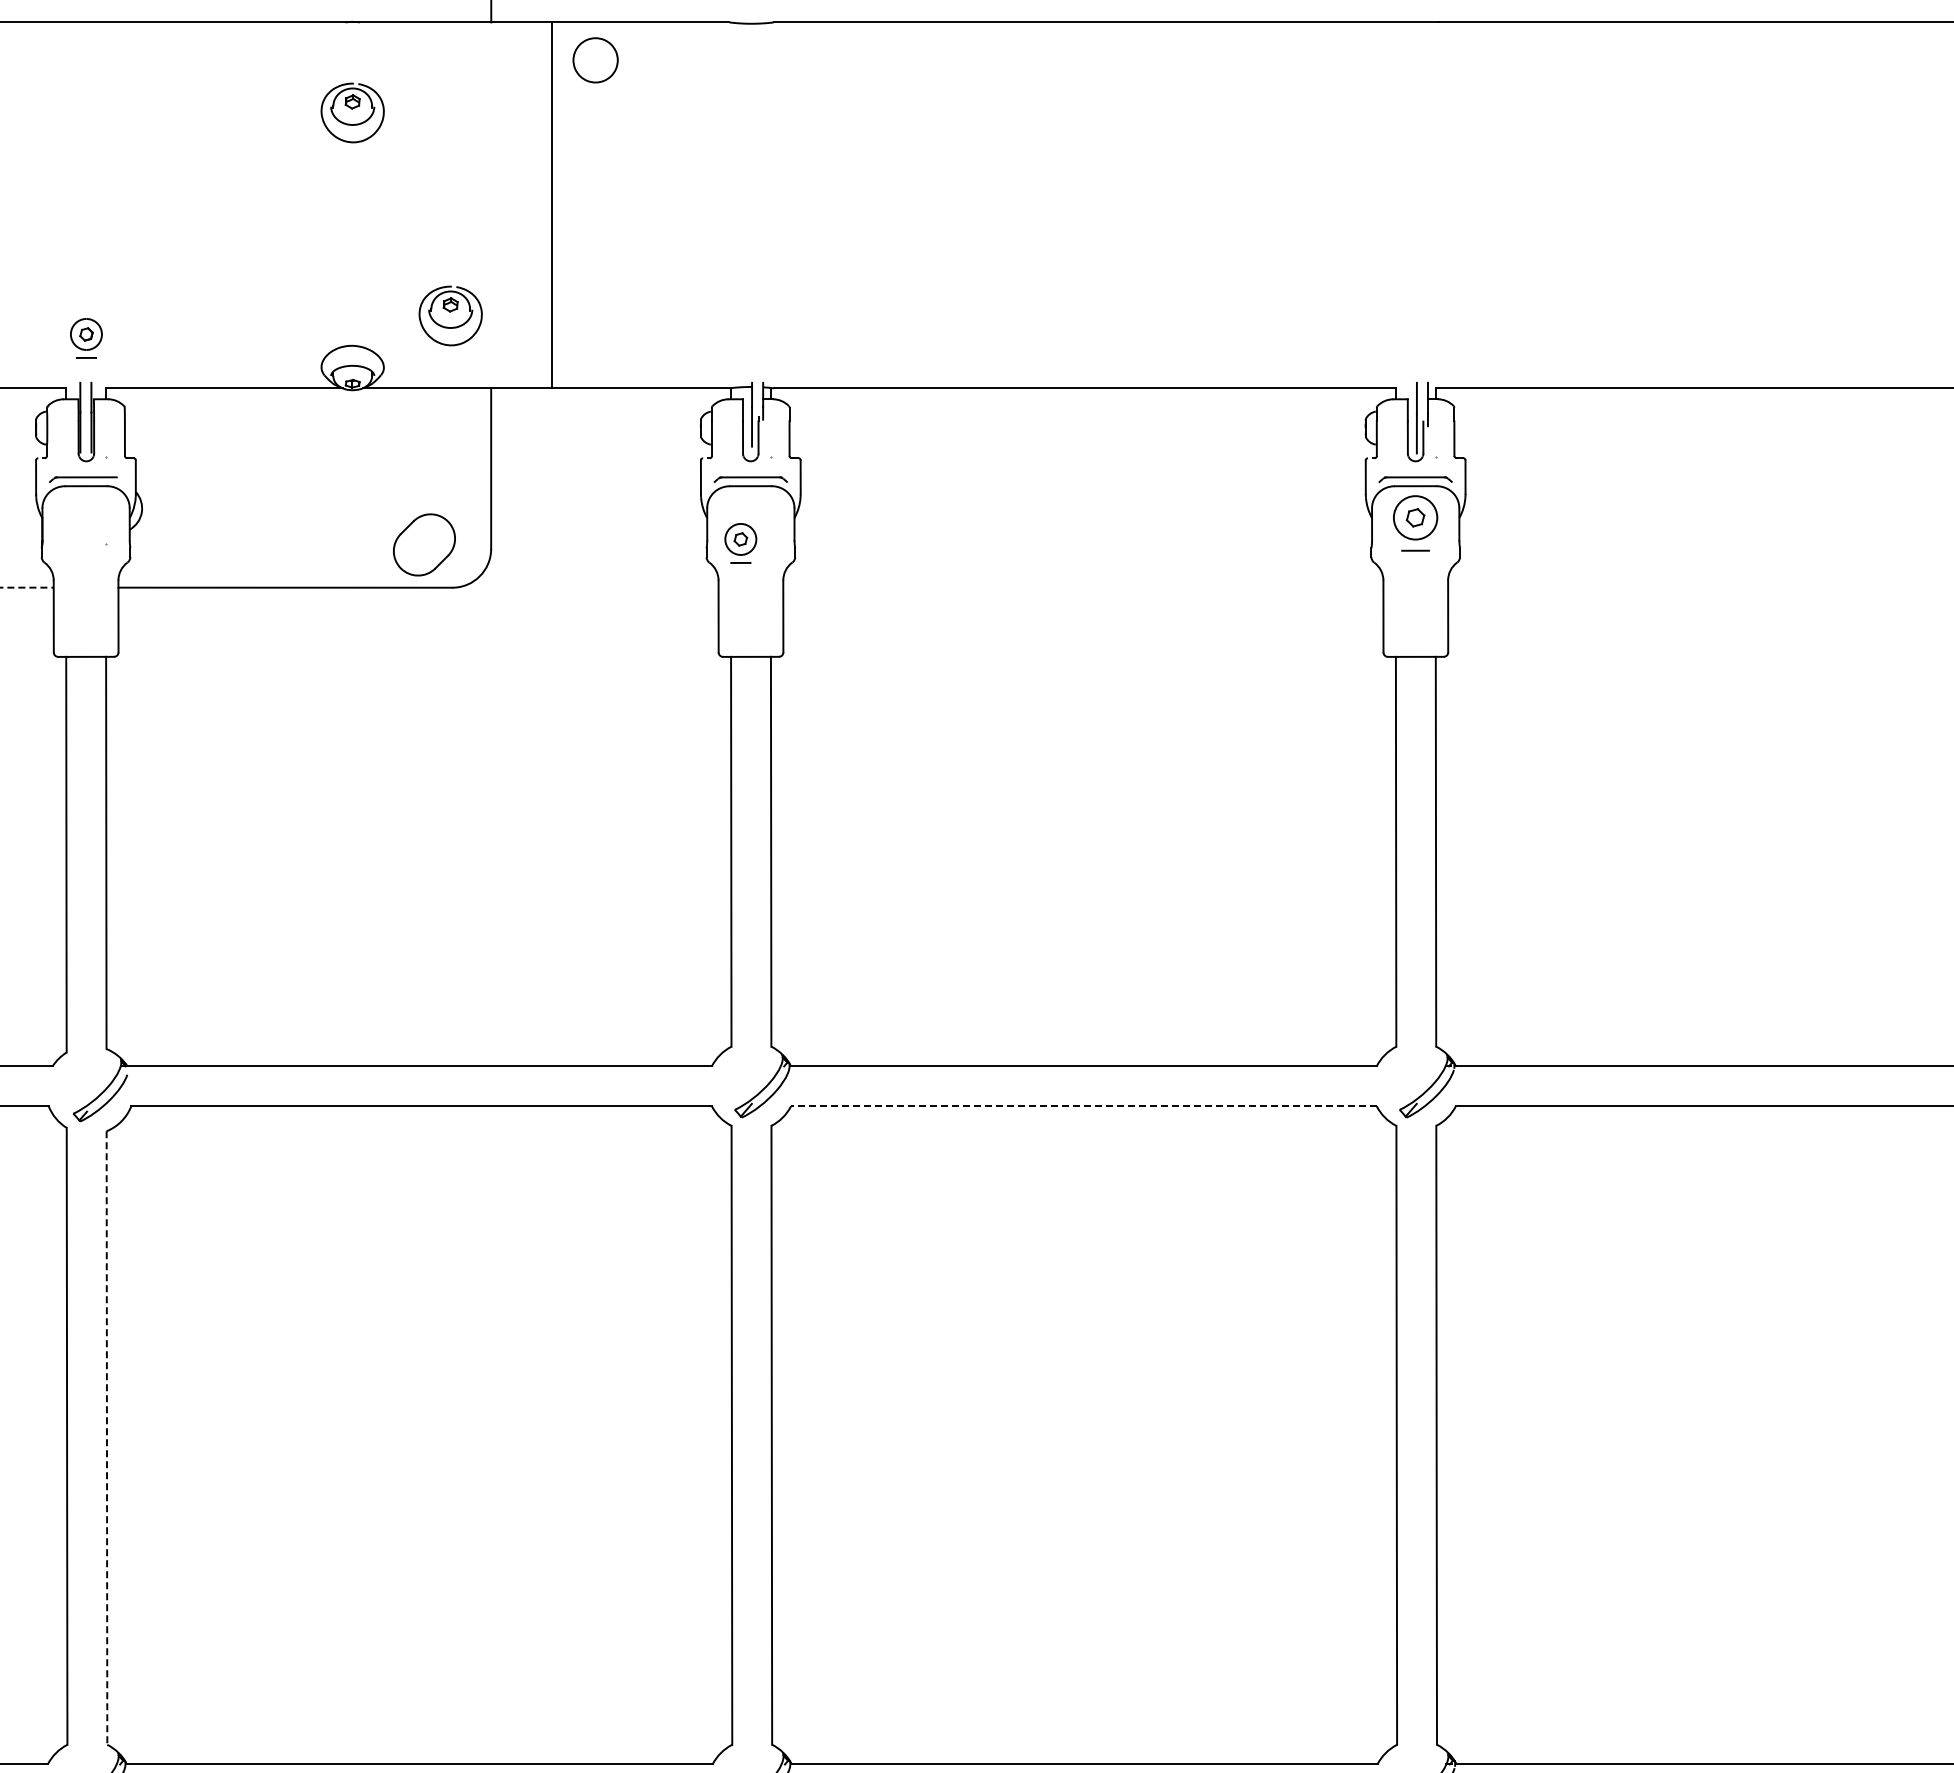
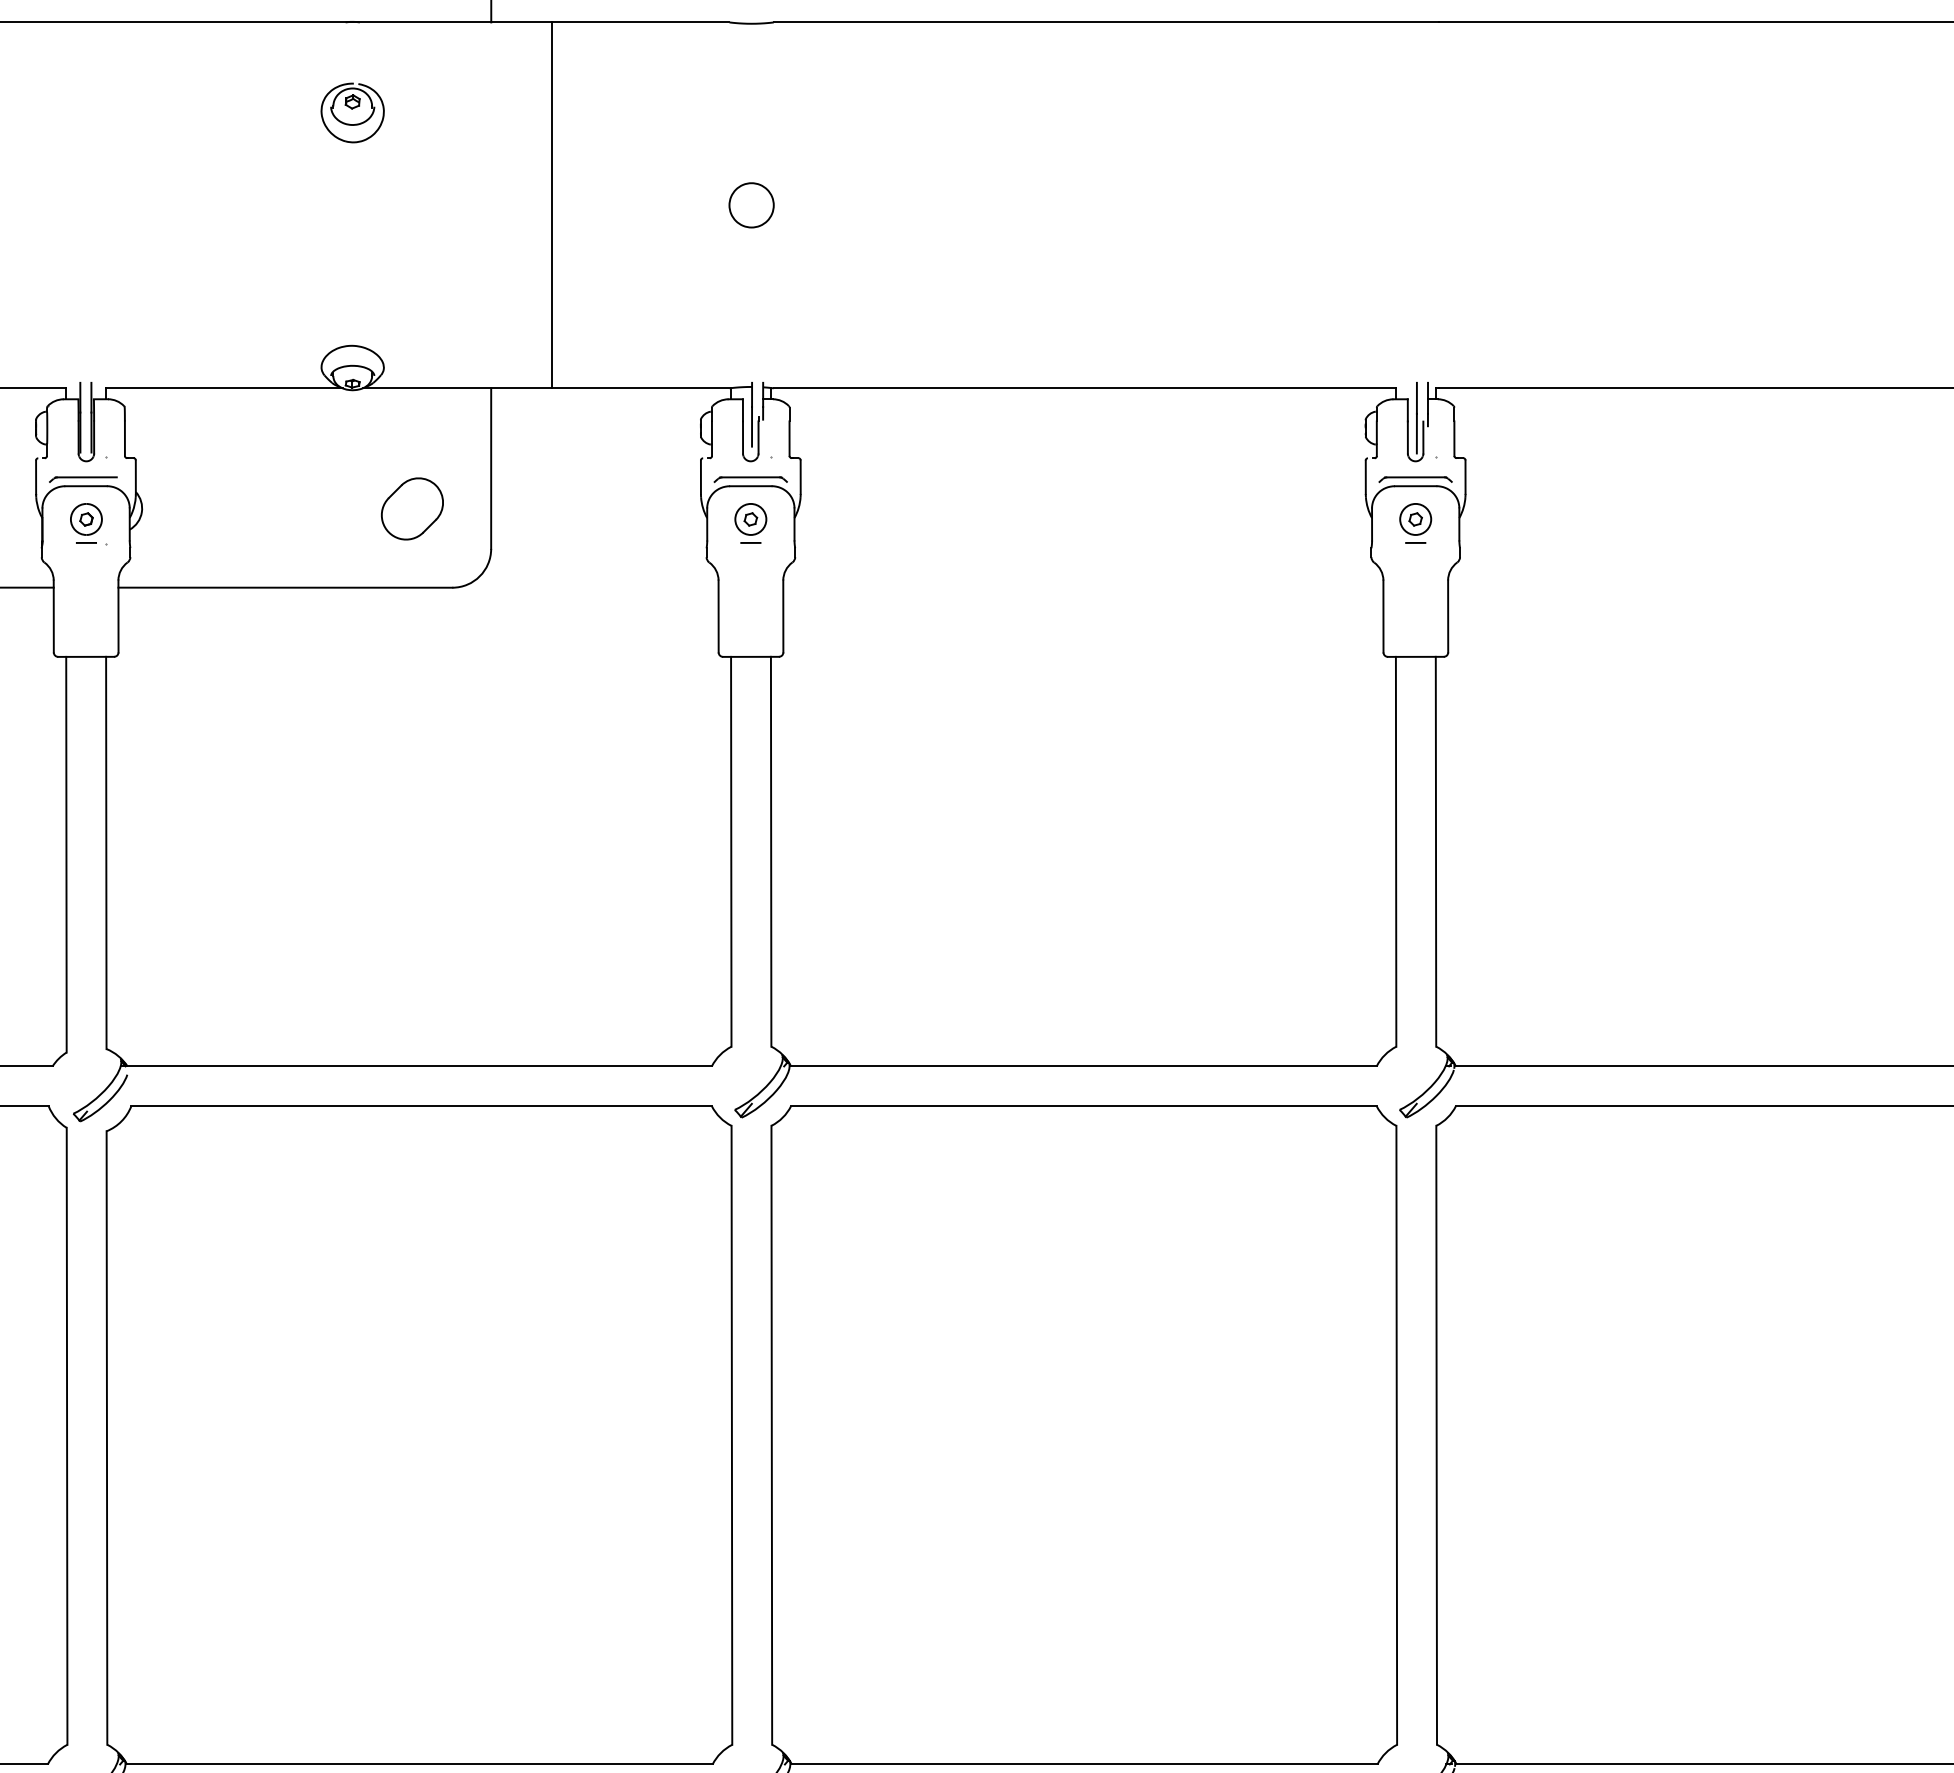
part at (595, 60) position: (595, 60) -> (751, 205)
part at (450, 315): present -> none
part at (86, 338) position: (86, 338) -> (86, 523)
part at (1415, 523) size: 46x57 px -> 34x41 px
part at (740, 543) position: (740, 543) -> (750, 523)
part at (424, 544) position: (424, 544) -> (412, 508)
line at (27, 587): dashed -> solid
line at (1083, 1106): dashed -> solid
line at (106, 1438): dashed -> solid
